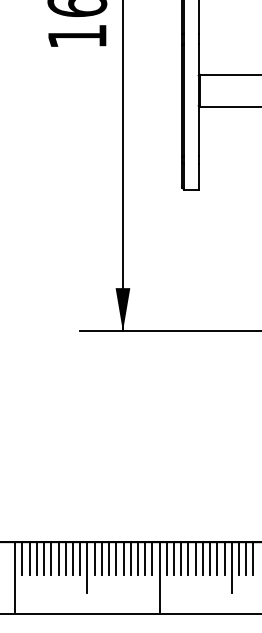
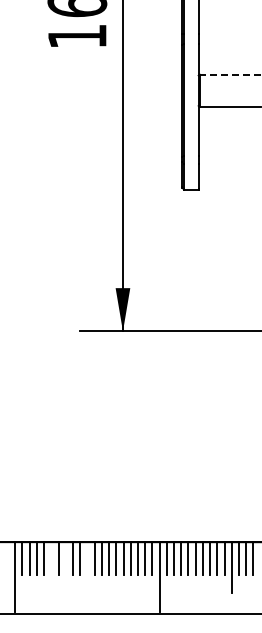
line at (229, 74): solid -> dashed
line at (51, 558): present -> none
line at (65, 558): present -> none
line at (87, 567): present -> none
